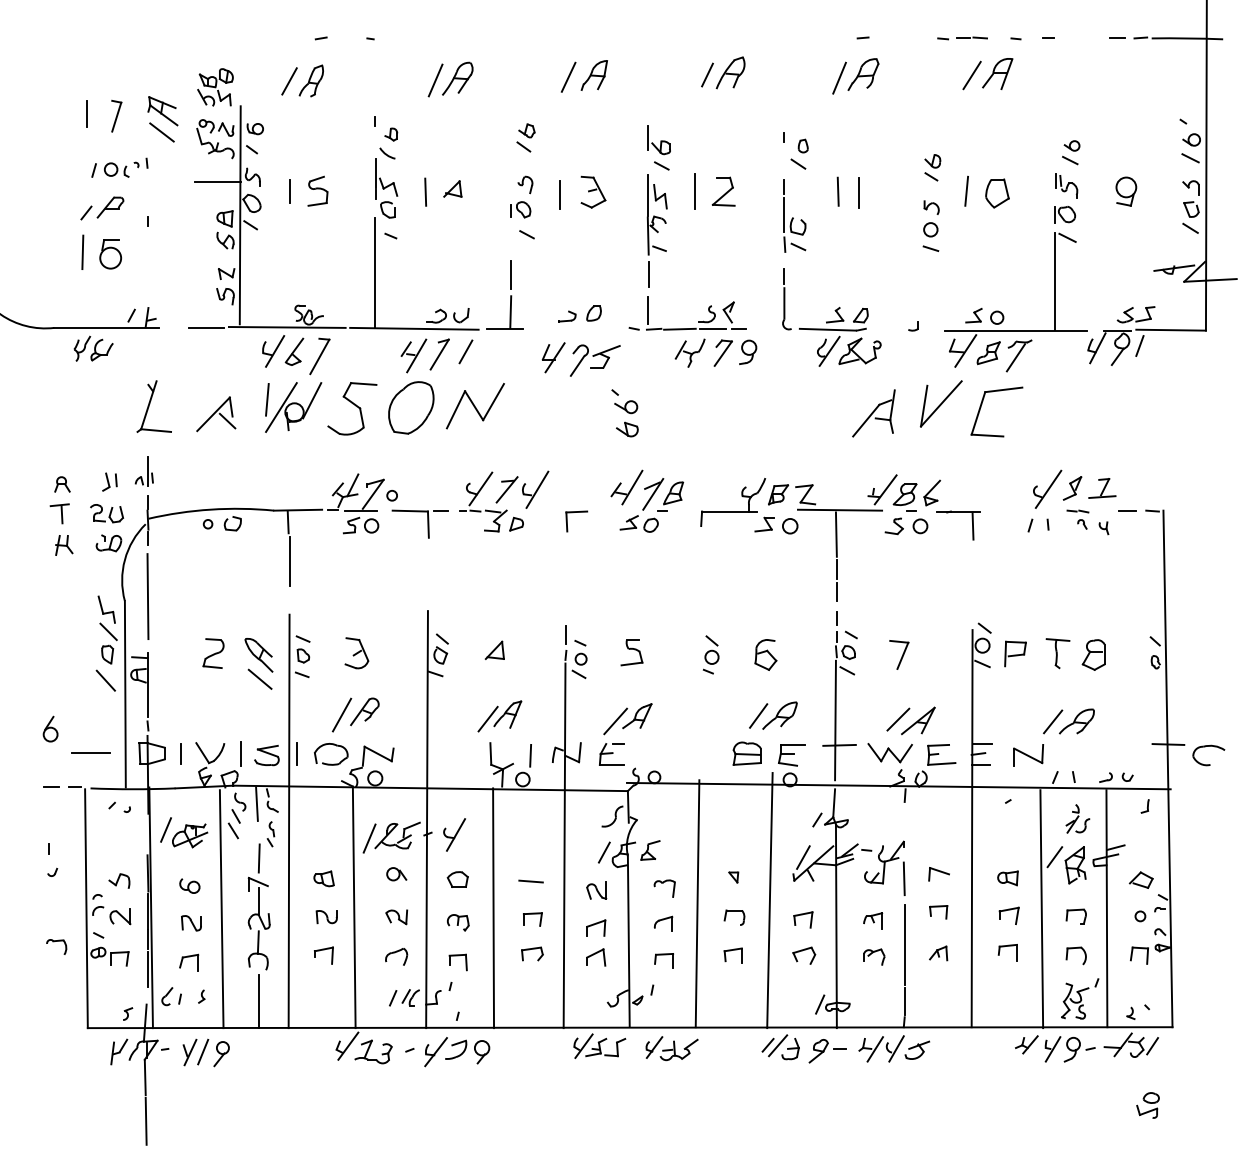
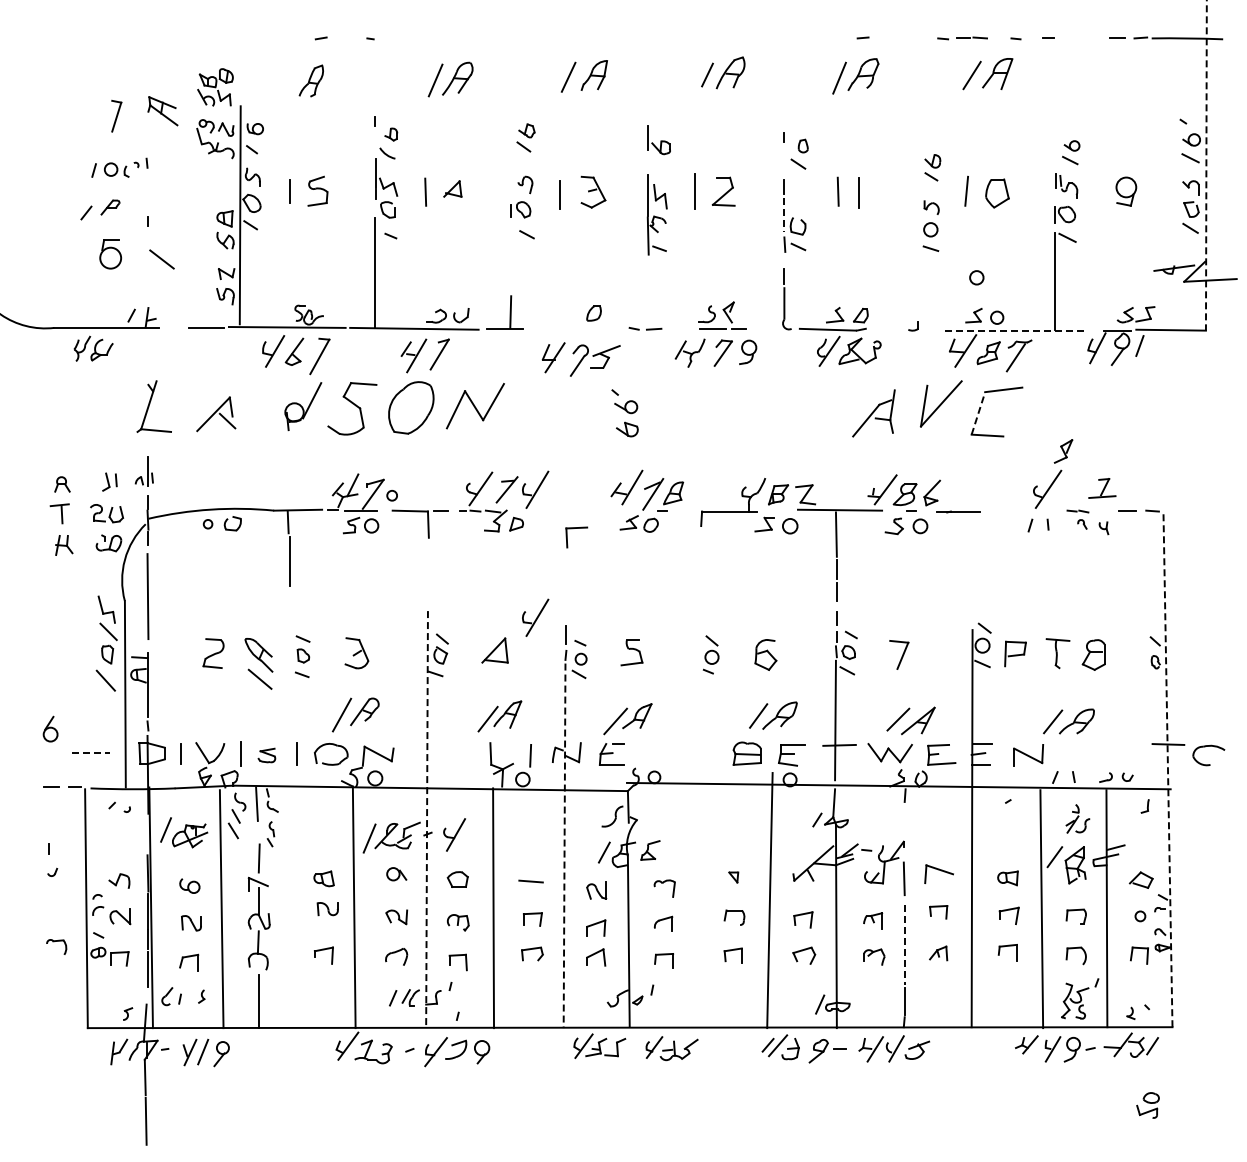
line at (289, 81): present -> none
line at (86, 113): present -> none
line at (161, 132) position: (161, 132) -> (161, 259)
line at (661, 165): present -> none
line at (1206, 165): solid -> dashed
line at (217, 182): present -> none
part at (110, 207) size: 29x23 px -> 21x17 px
line at (784, 215): solid -> dashed
line at (82, 252): present -> none
line at (511, 274): present -> none
line at (648, 274): present -> none
circle at (976, 277): none -> present
line at (647, 310): present -> none
part at (567, 316): present -> none
line at (679, 328): present -> none
line at (1016, 330): solid -> dashed
line at (465, 351): present -> none
line at (267, 399): present -> none
line at (281, 407): present -> none
line at (978, 412): solid -> dashed
part at (1072, 488) position: (1072, 488) -> (1063, 451)
part at (572, 513) position: (572, 513) -> (572, 529)
line at (972, 525): present -> none
part at (535, 617): none -> present
part at (494, 649) size: 21x20 px -> 28x27 px
line at (91, 753): solid -> dashed
part at (266, 755) size: 26x23 px -> 20x17 px
line at (1167, 768): solid -> dashed
line at (427, 819): solid -> dashed
line at (288, 821): present -> none
line at (564, 846): solid -> dashed
line at (803, 857): present -> none
part at (938, 874) size: 22x15 px -> 30x20 px
line at (697, 903): present -> none
part at (326, 917) position: (326, 917) -> (327, 909)
line at (904, 944): solid -> dashed
